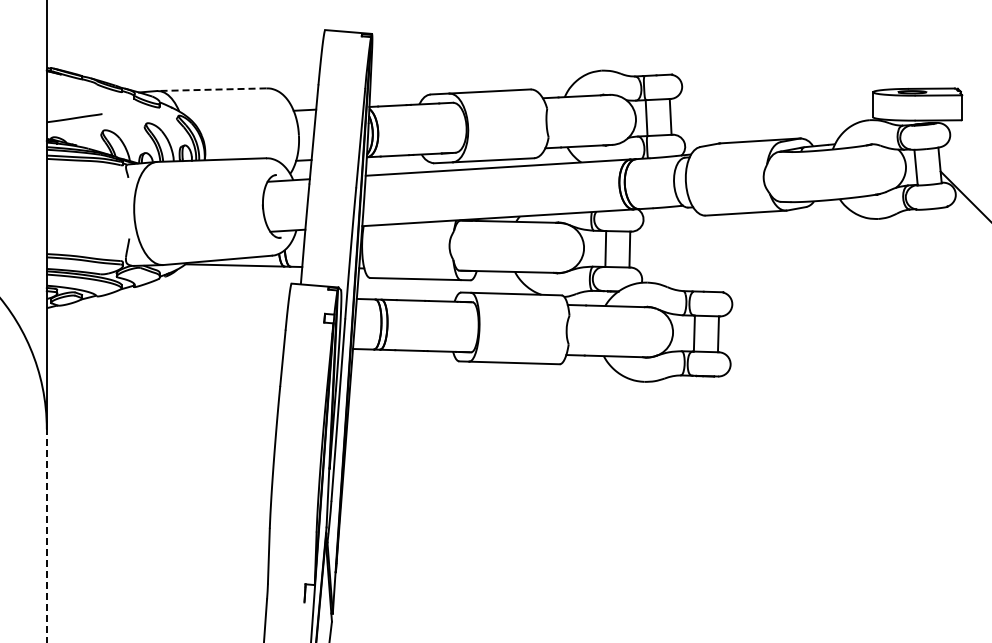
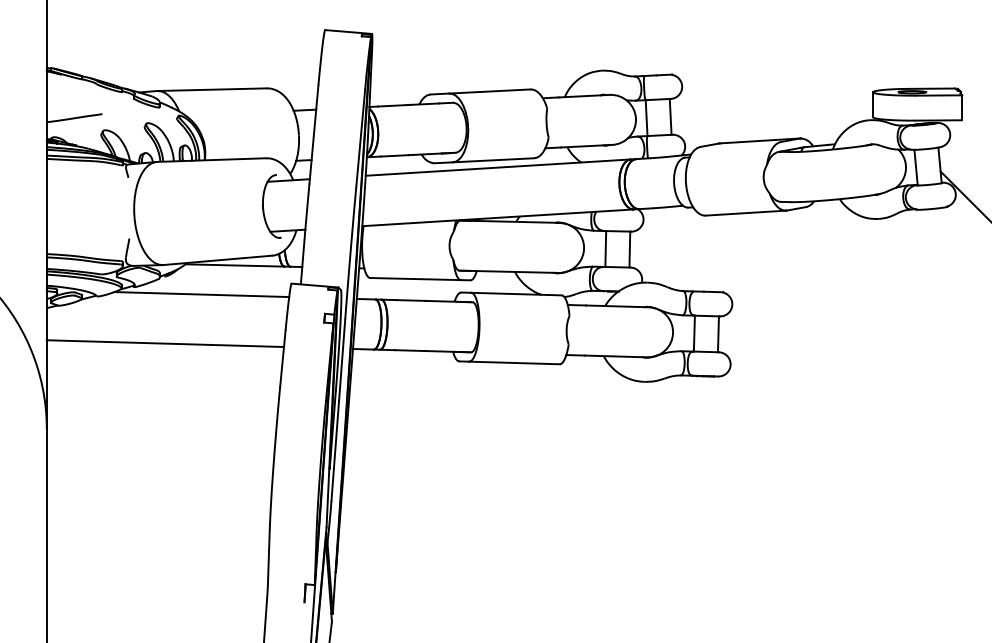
line at (211, 89): dashed -> solid
line at (201, 294): none -> present
line at (164, 343): none -> present
line at (46, 535): dashed -> solid
